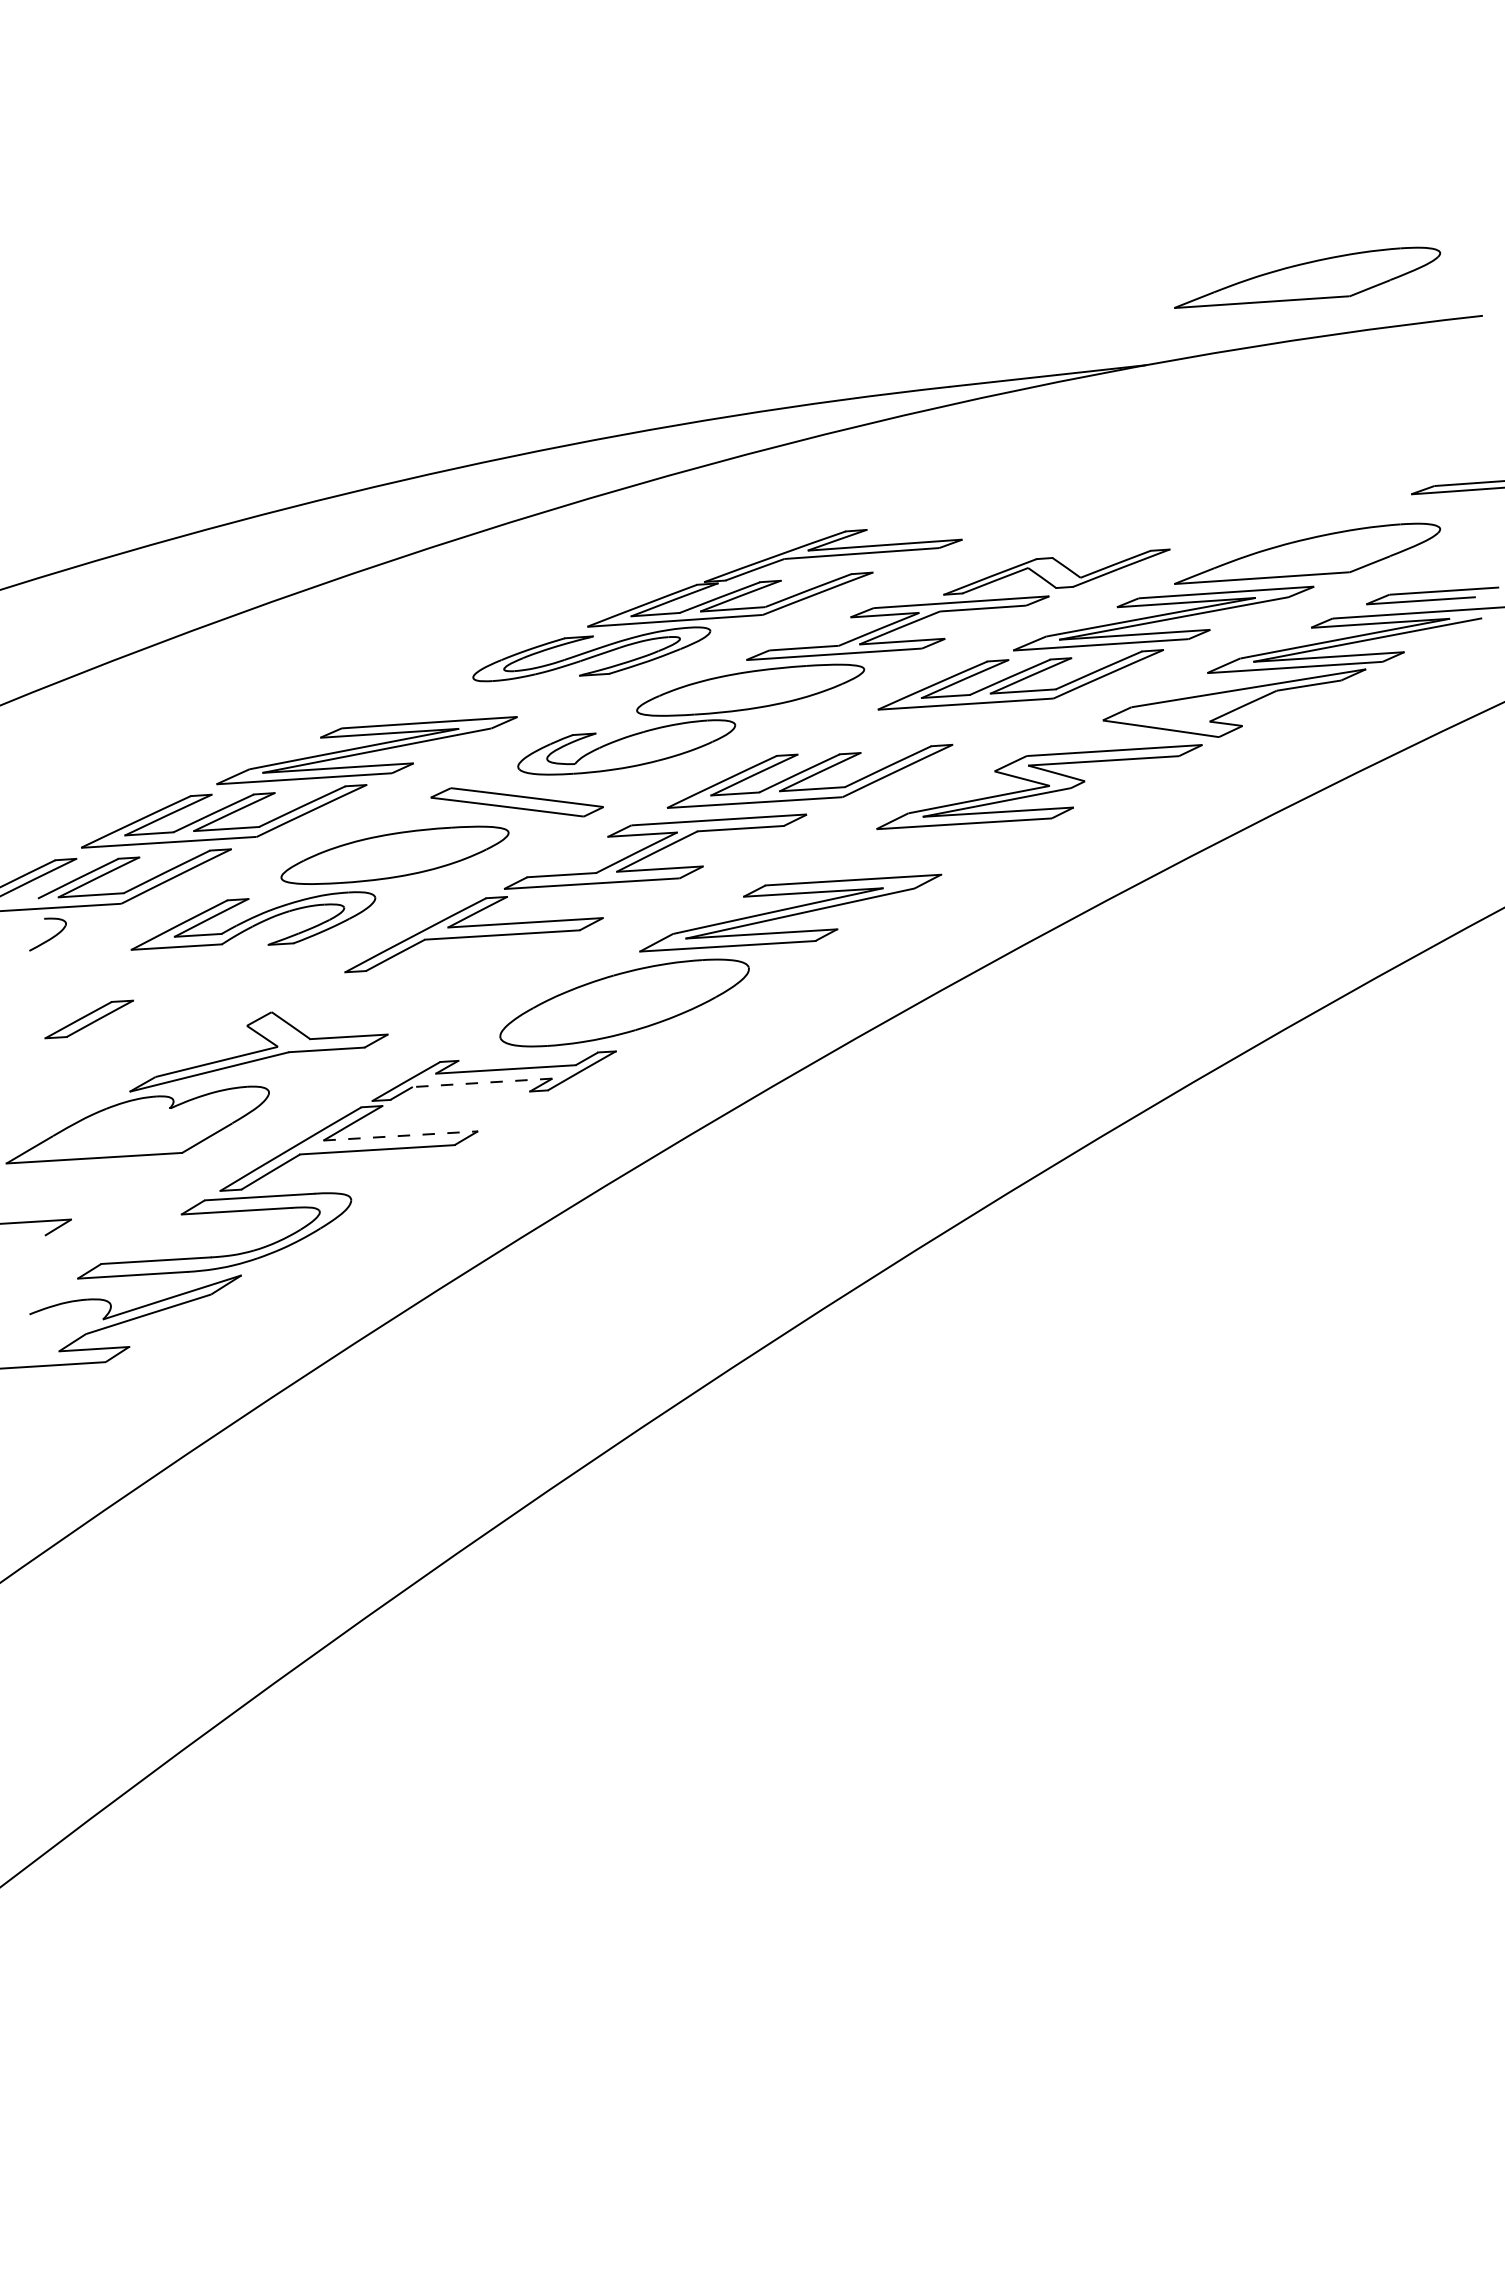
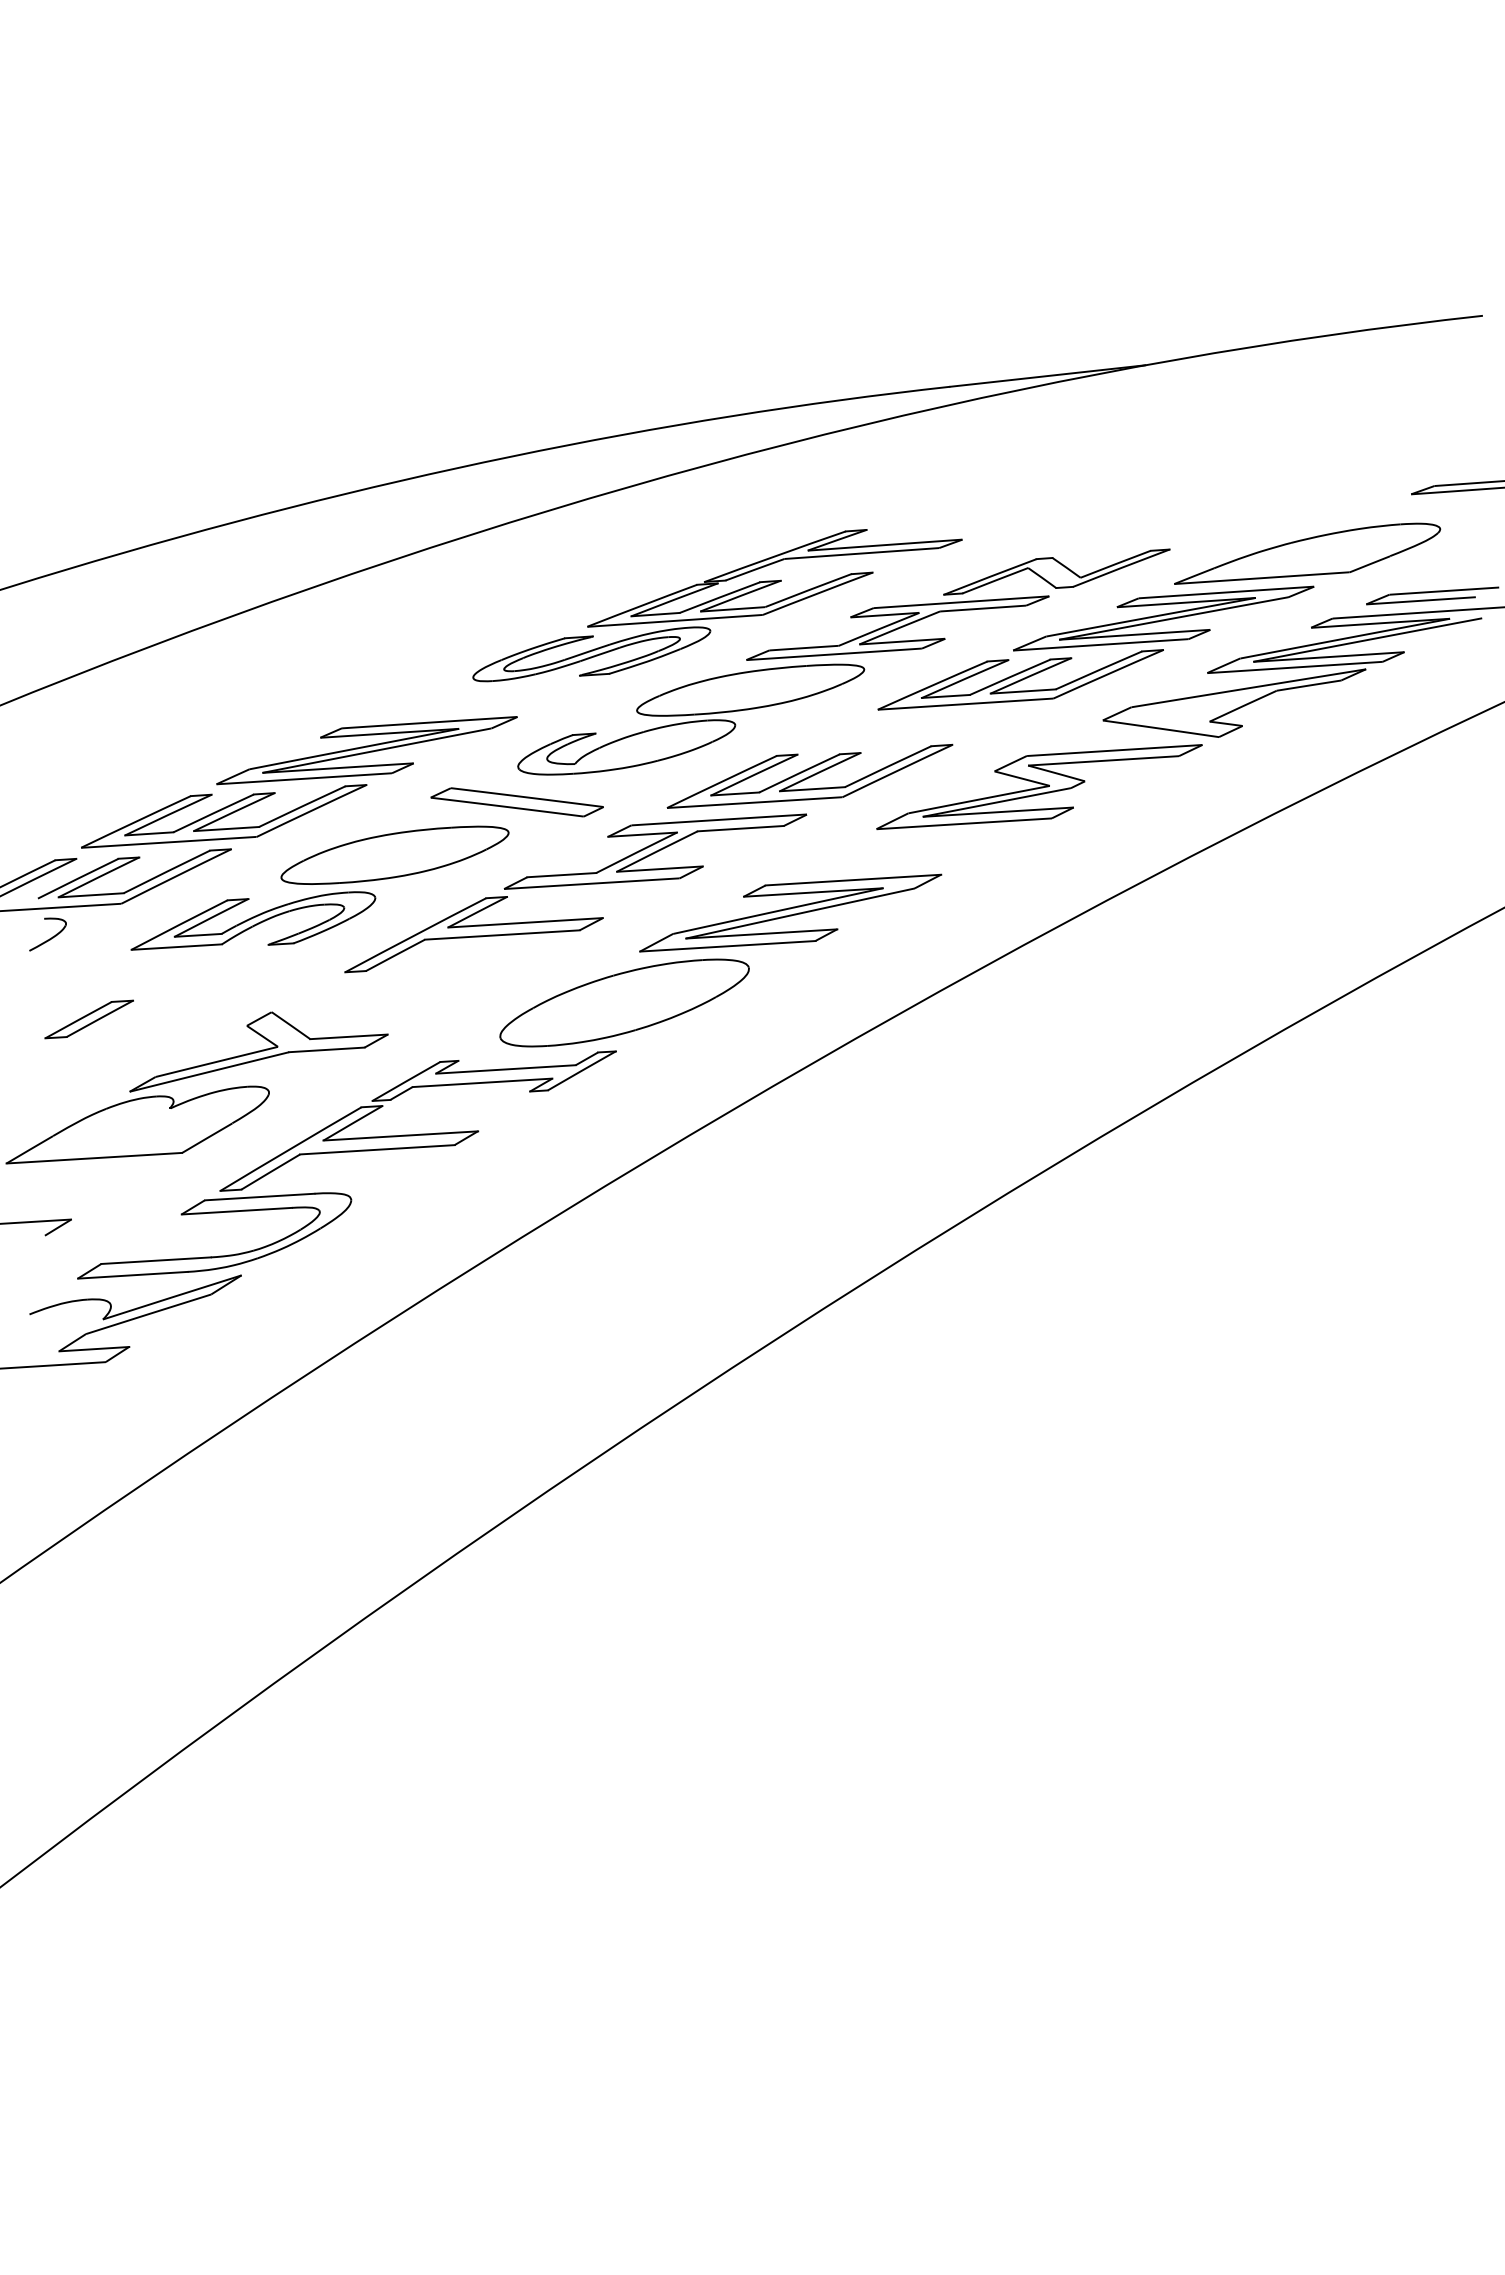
part at (1307, 277): present -> none
line at (482, 1082): dashed -> solid
line at (401, 1135): dashed -> solid
